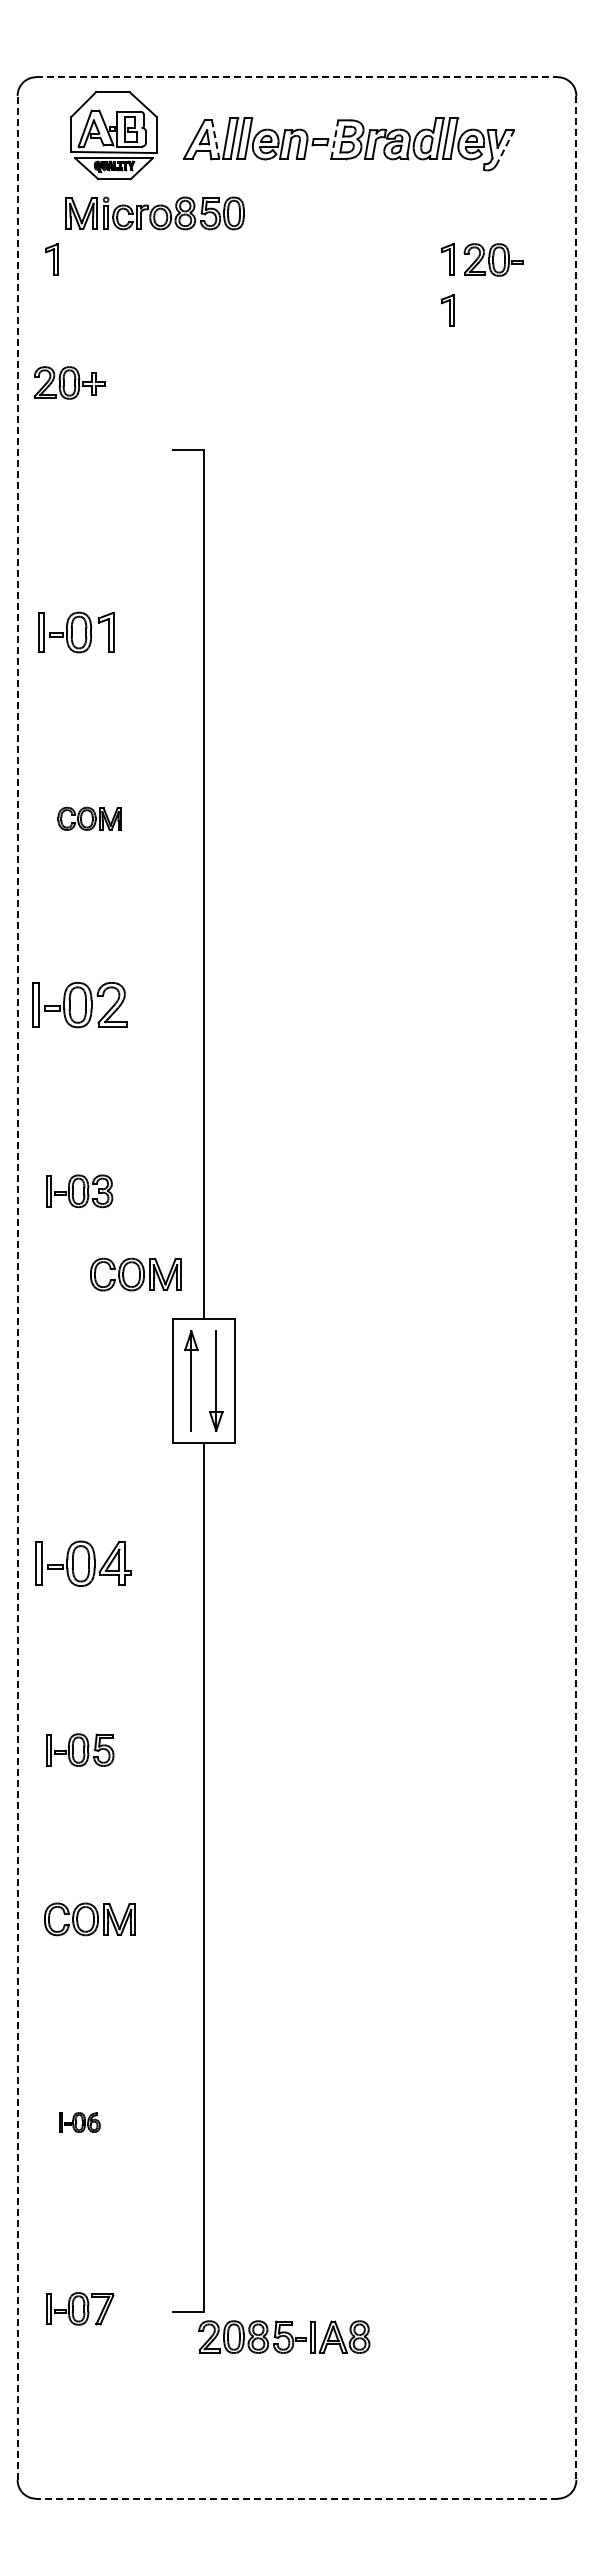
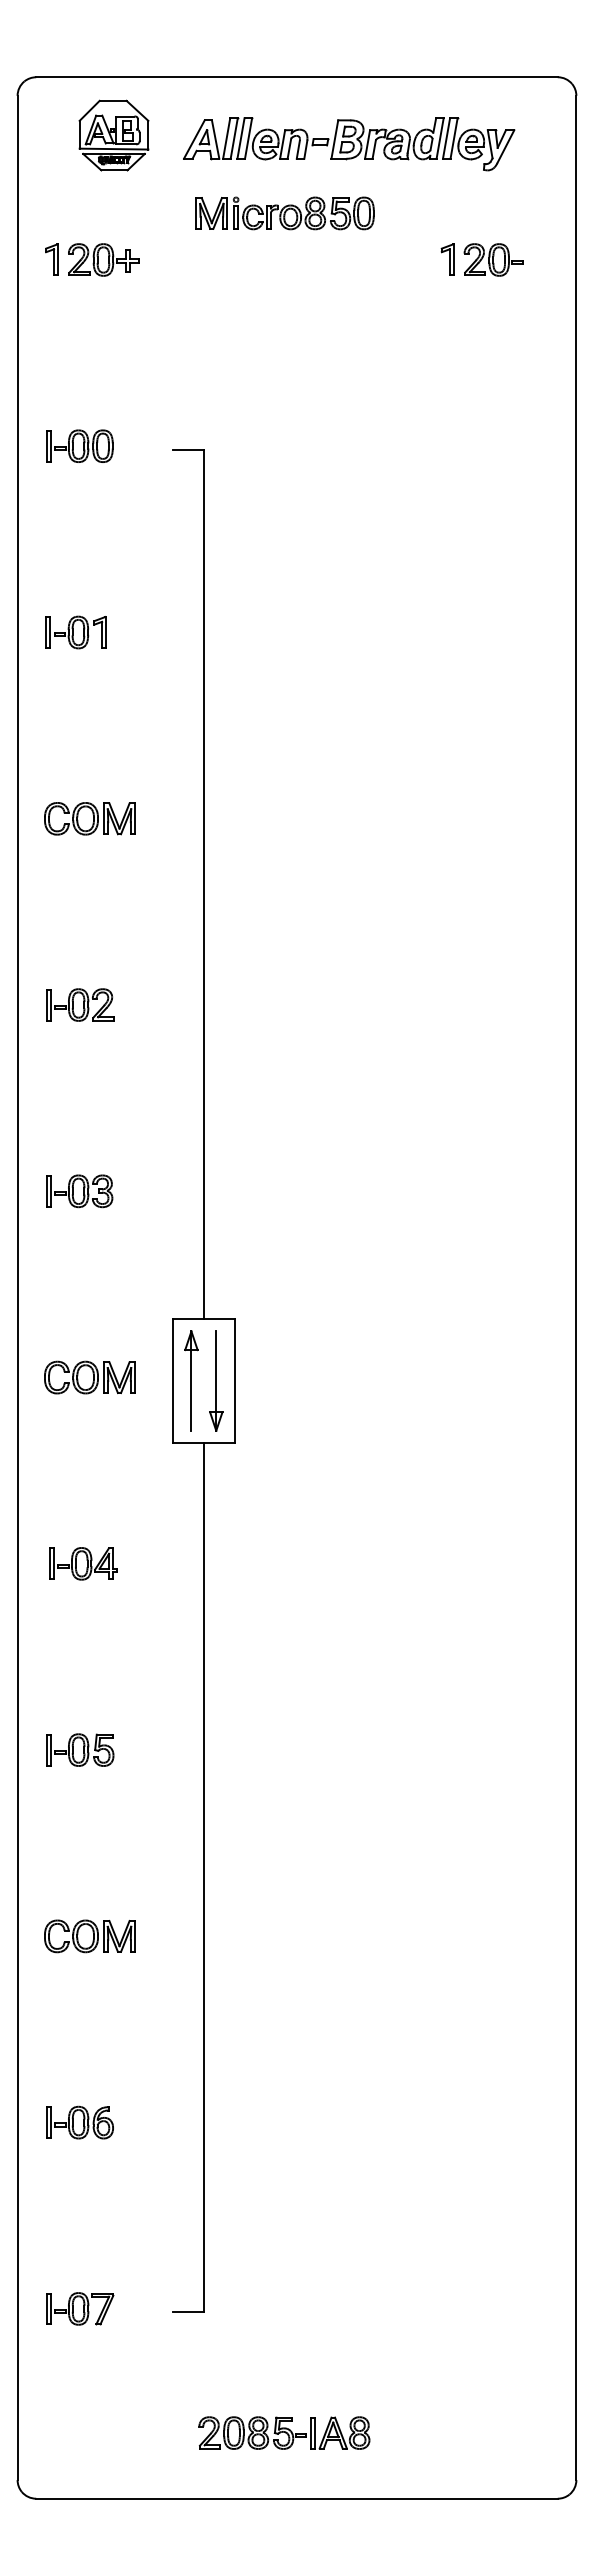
line at (296, 77): dashed -> solid
part at (113, 135) size: 88x90 px -> 72x73 px
line at (215, 139): dashed -> solid
line at (334, 139): dashed -> solid
line at (505, 147): dashed -> solid
part at (154, 213) position: (154, 213) -> (284, 213)
part at (447, 310): present -> none
part at (69, 382) position: (69, 382) -> (103, 259)
part at (79, 445): none -> present
part at (76, 632) size: 77x43 px -> 62x35 px
part at (89, 818) size: 65x25 px -> 92x34 px
part at (79, 1005) size: 96x47 px -> 69x34 px
part at (135, 1274) position: (135, 1274) -> (89, 1377)
line at (17, 1287): dashed -> solid
line at (576, 1288): dashed -> solid
part at (83, 1563) size: 97x47 px -> 69x34 px
part at (89, 1919) position: (89, 1919) -> (89, 1936)
part at (79, 2122) size: 42x21 px -> 68x35 px
part at (284, 2336) position: (284, 2336) -> (284, 2432)
line at (296, 2498): dashed -> solid
